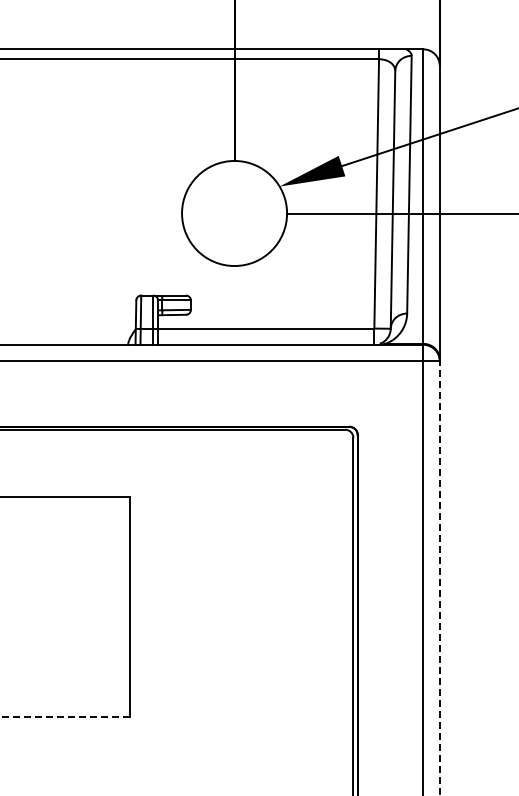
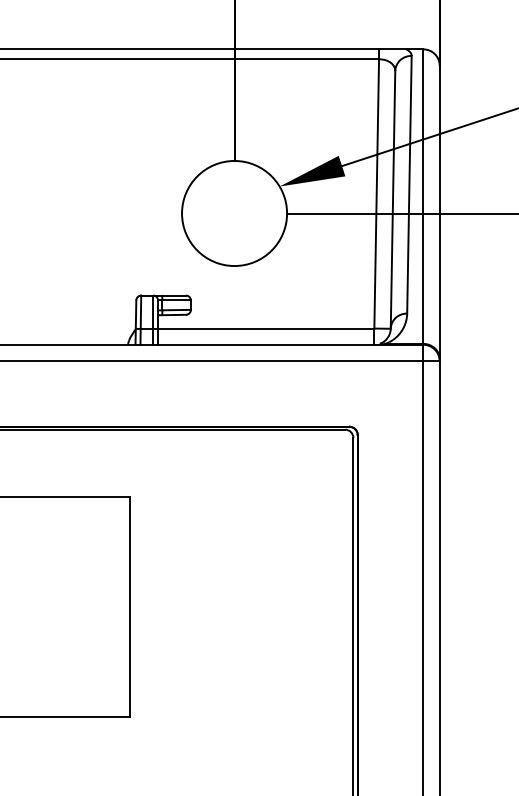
line at (439, 578): dashed -> solid
line at (65, 717): dashed -> solid
